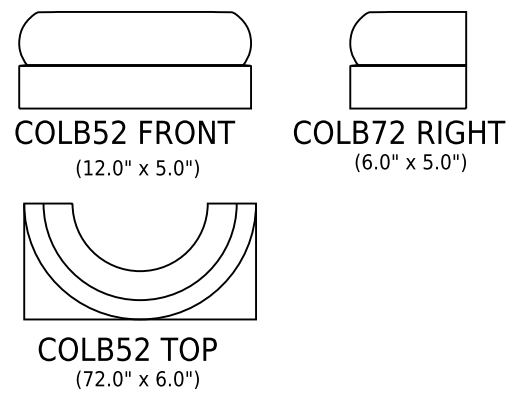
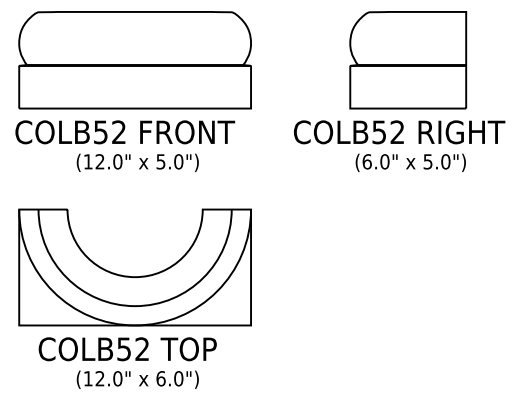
text at (378, 132): COLB72 -> COLB52
text at (137, 168) position: (137, 168) -> (137, 162)
part at (139, 270) position: (139, 270) -> (134, 276)
text at (88, 378): (72.0" -> (12.0"
